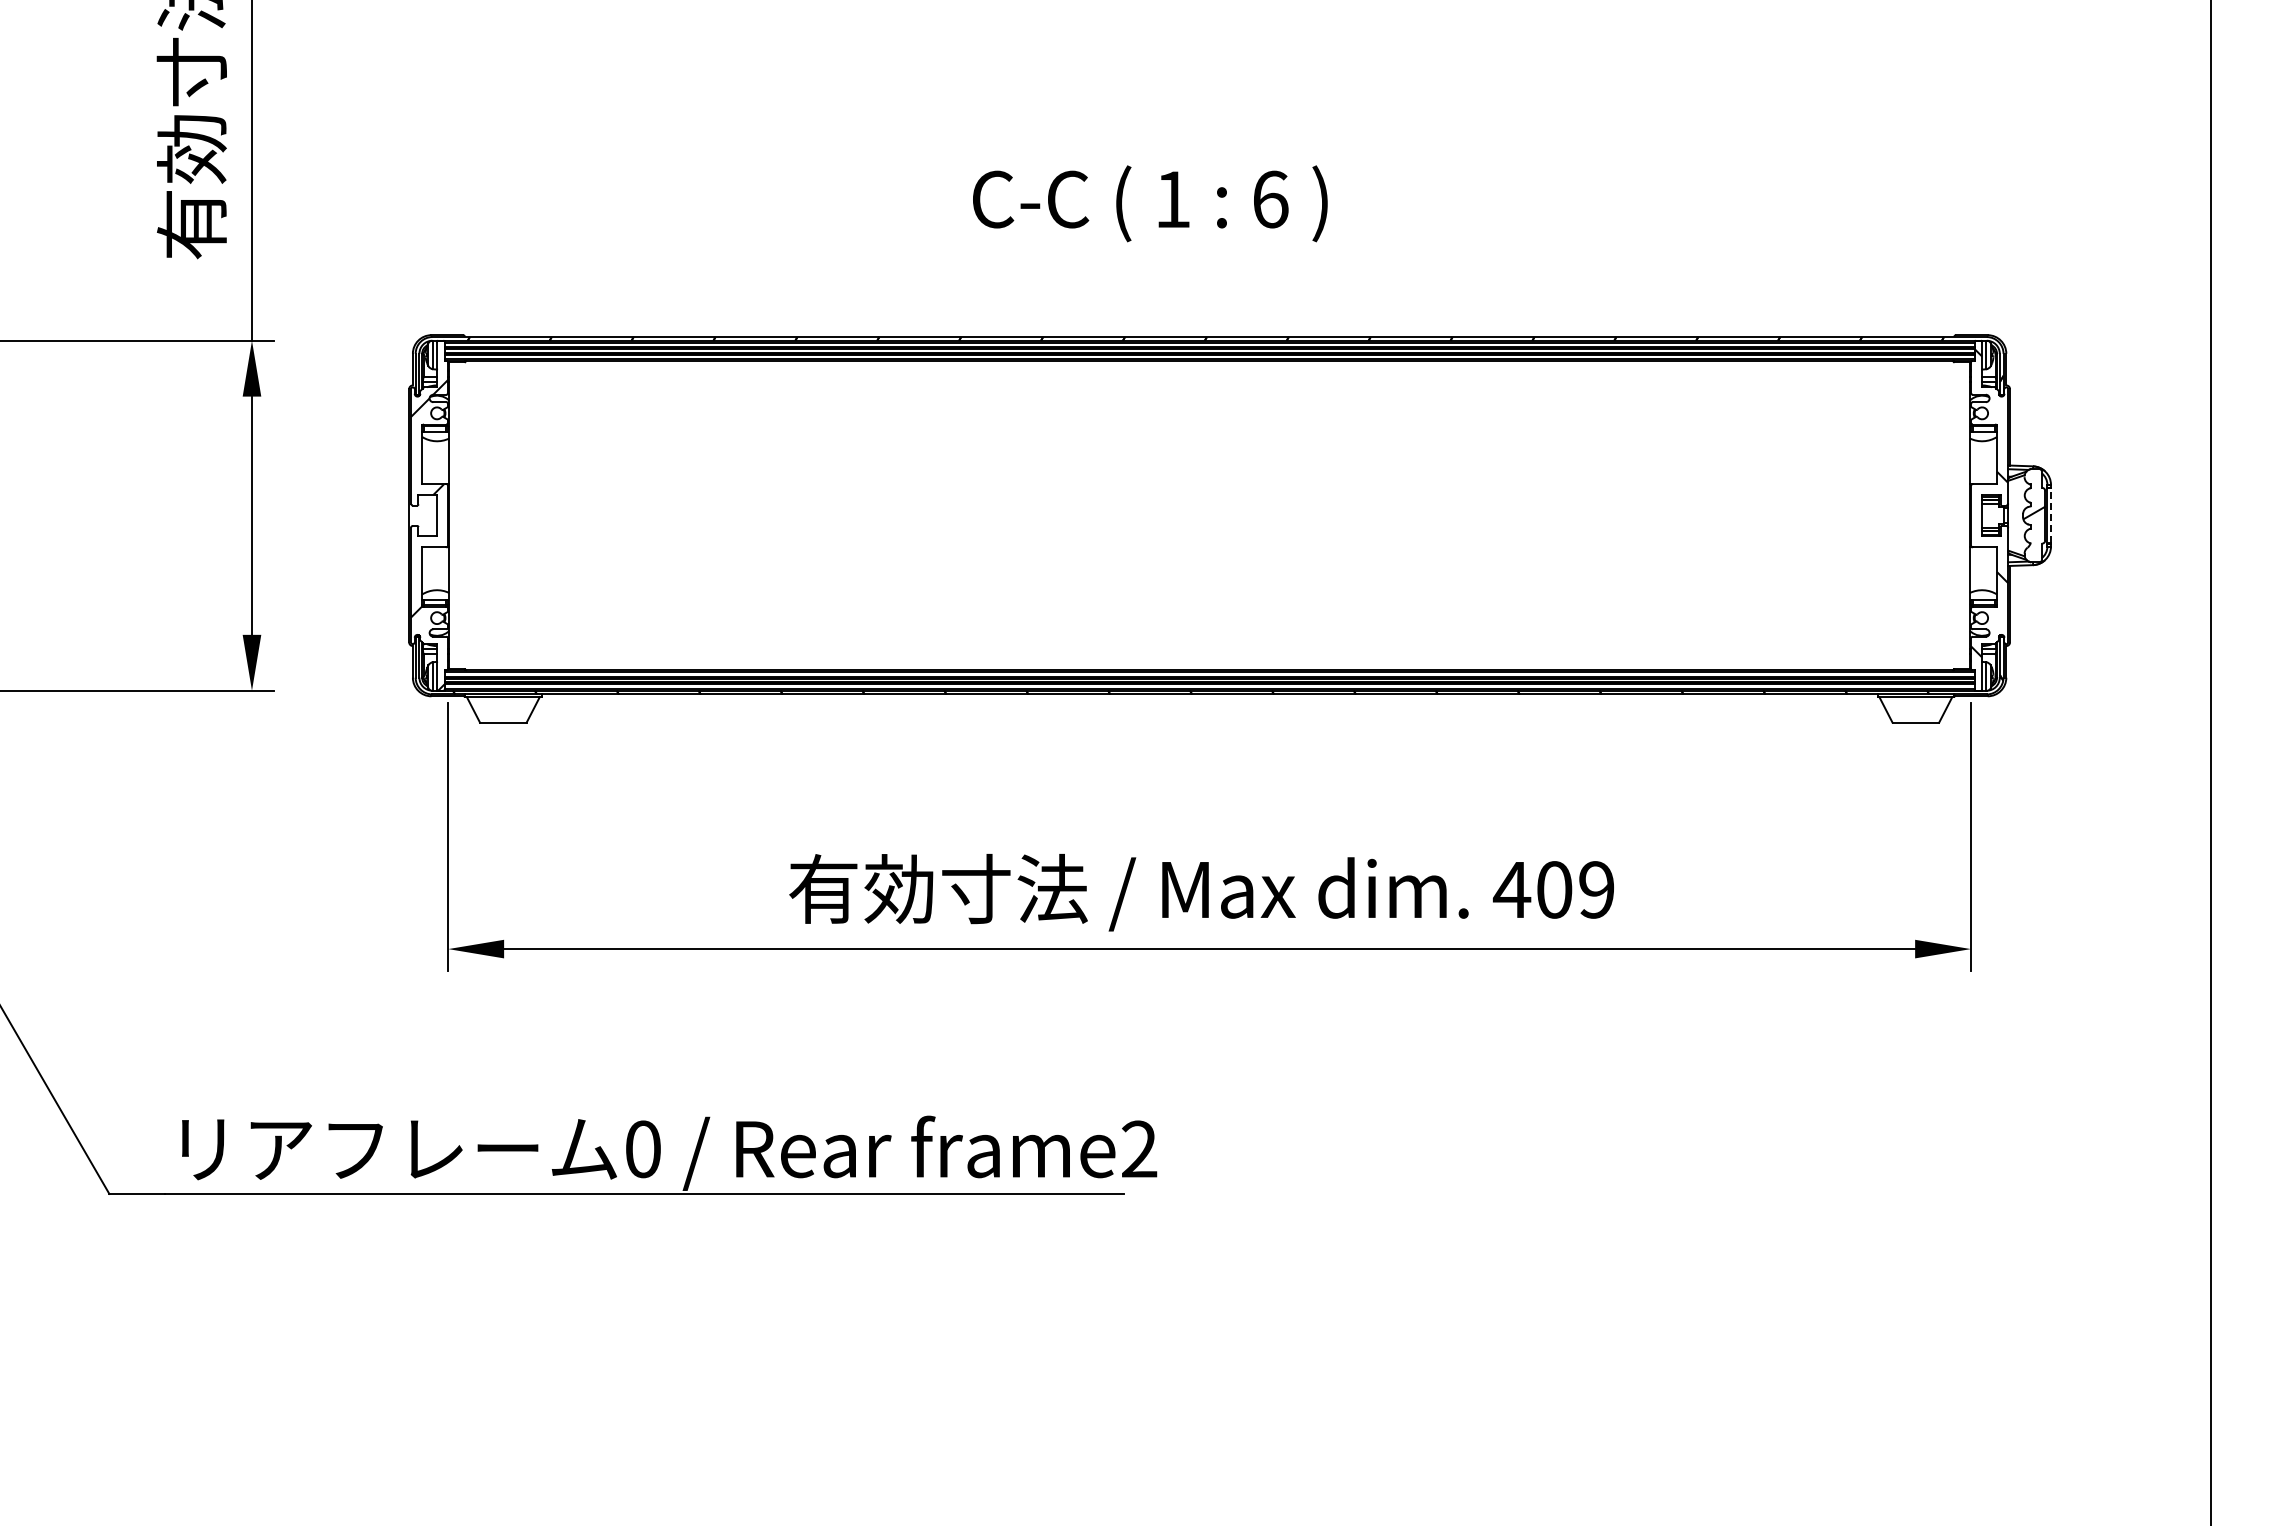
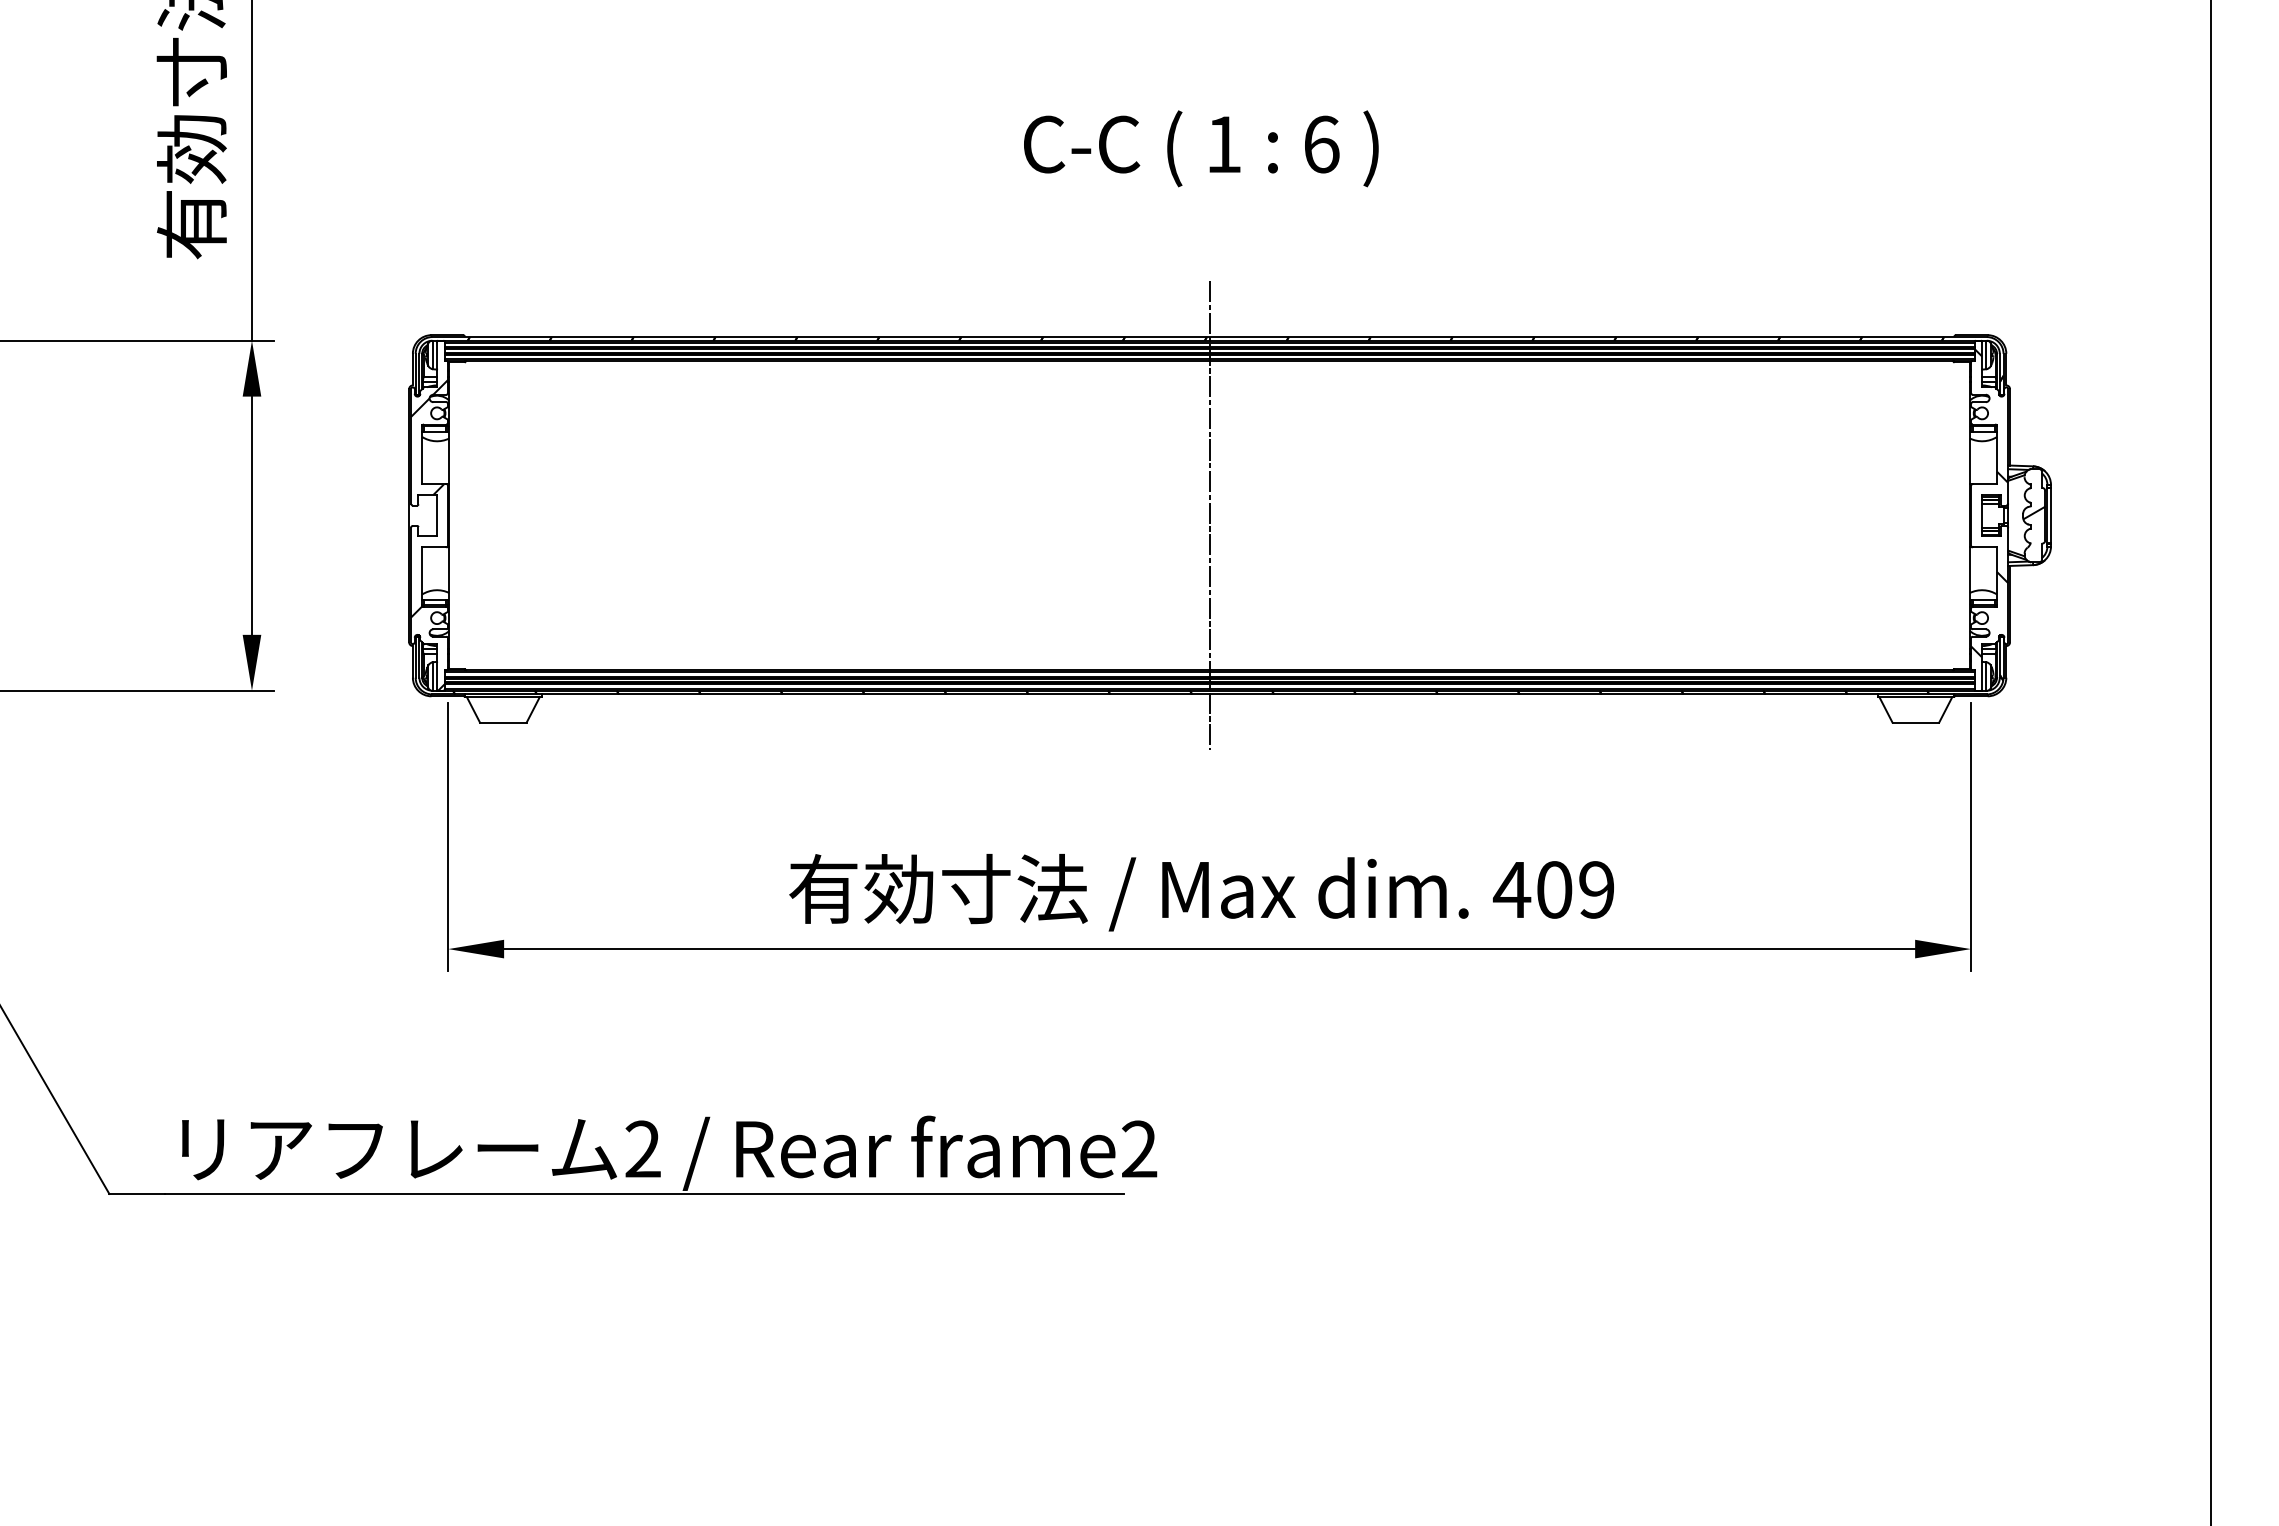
text at (1150, 203) position: (1150, 203) -> (1201, 148)
line at (1209, 515): none -> present
line at (2051, 515): dashed -> solid
text at (642, 1149): 0 -> 2
